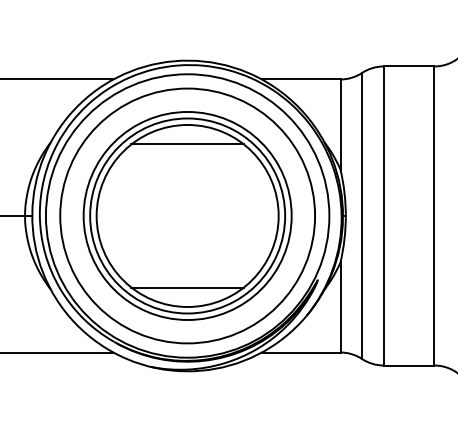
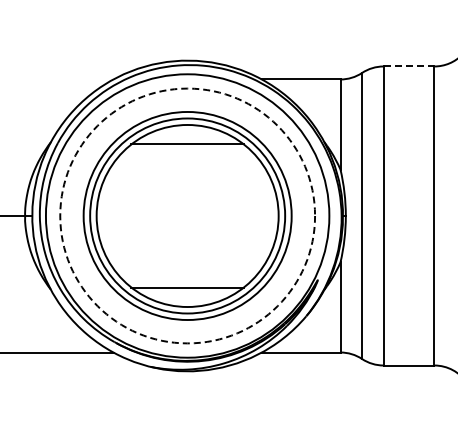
line at (409, 66): solid -> dashed
line at (57, 79): present -> none
circle at (187, 215): solid -> dashed
